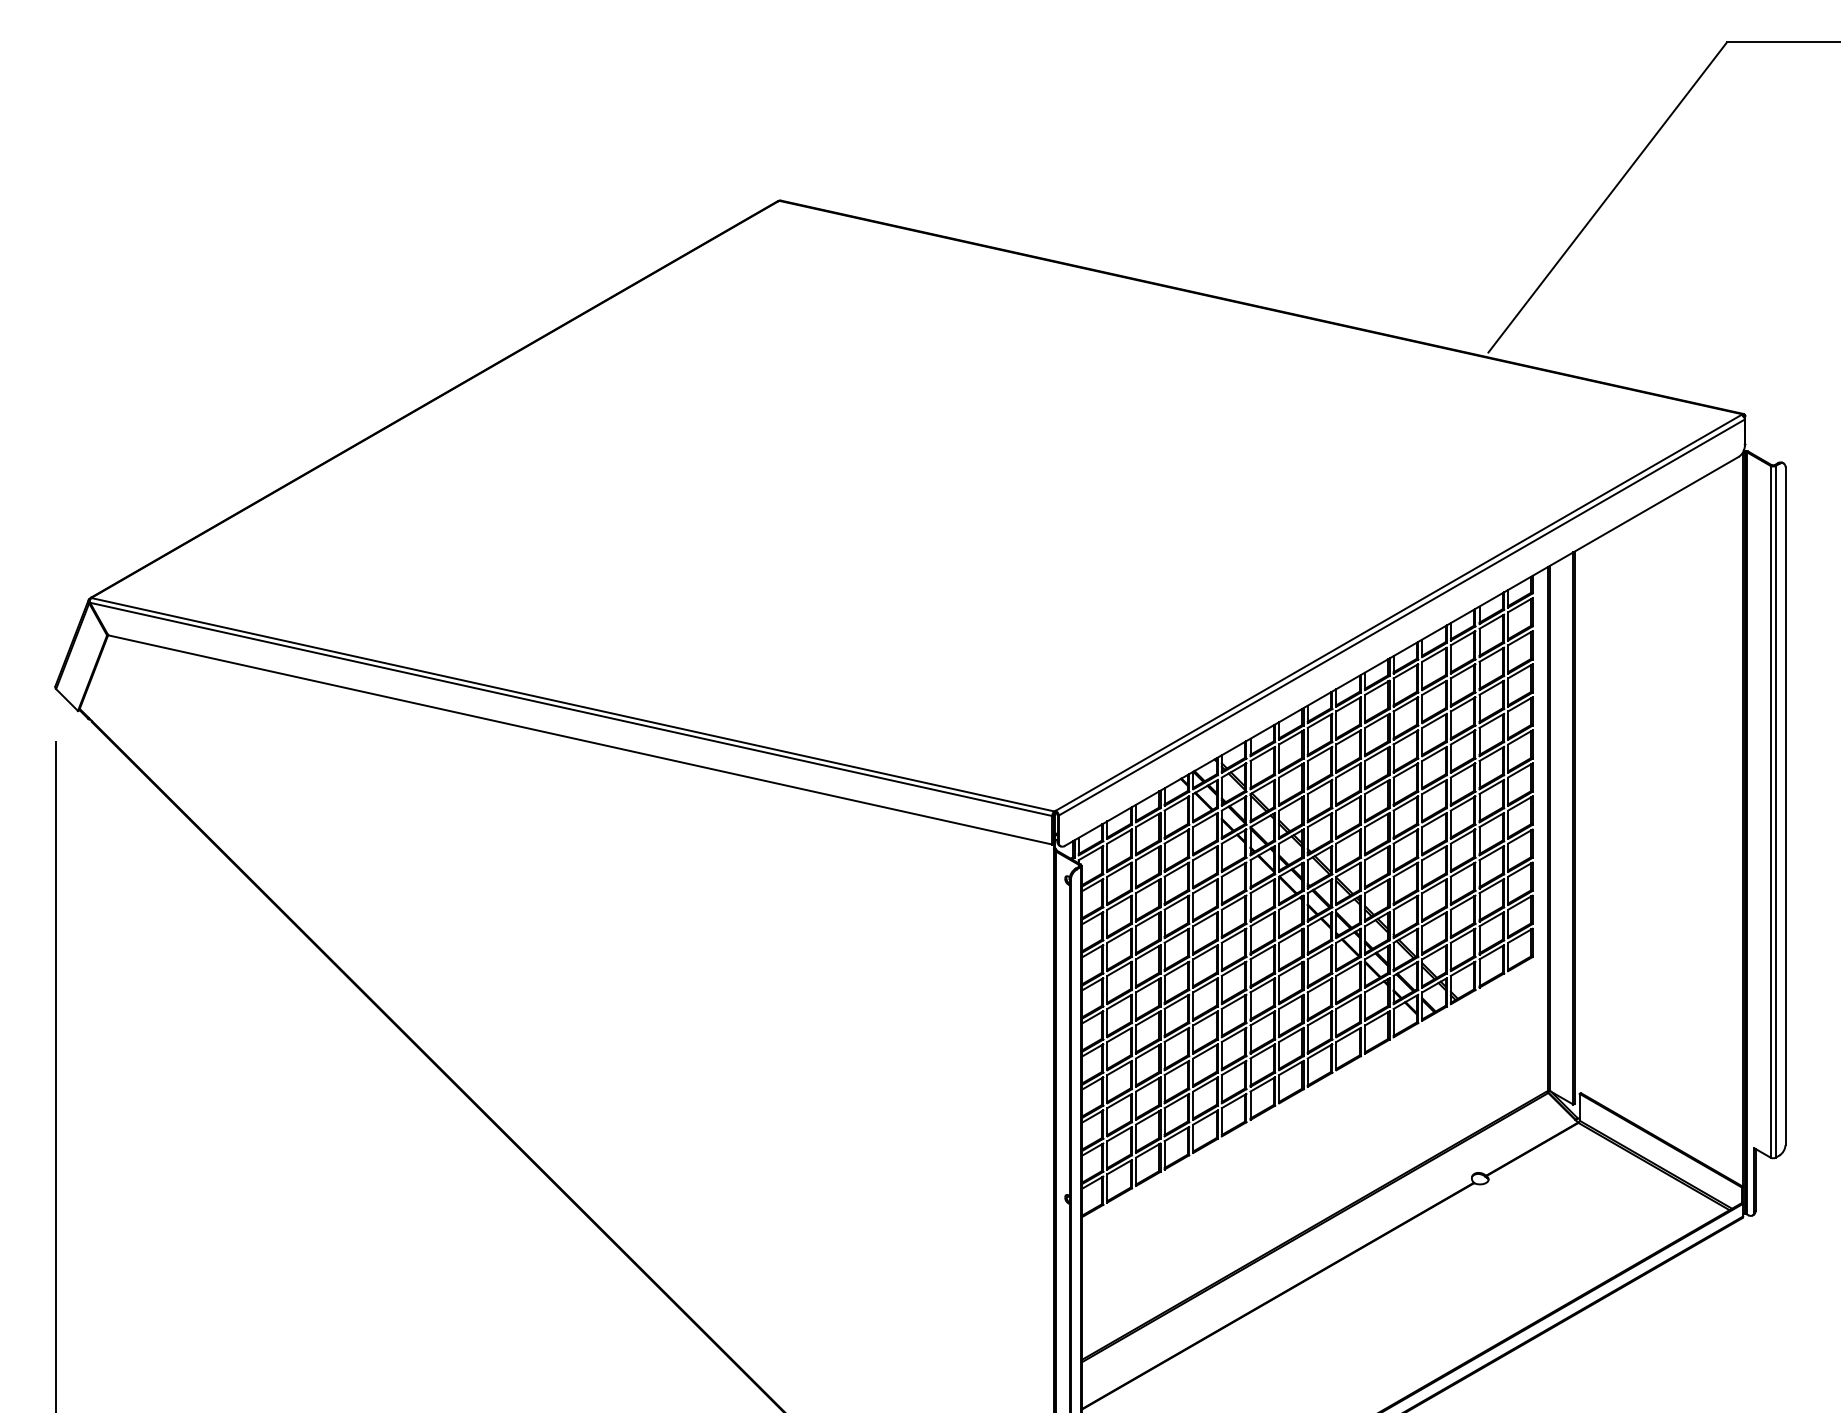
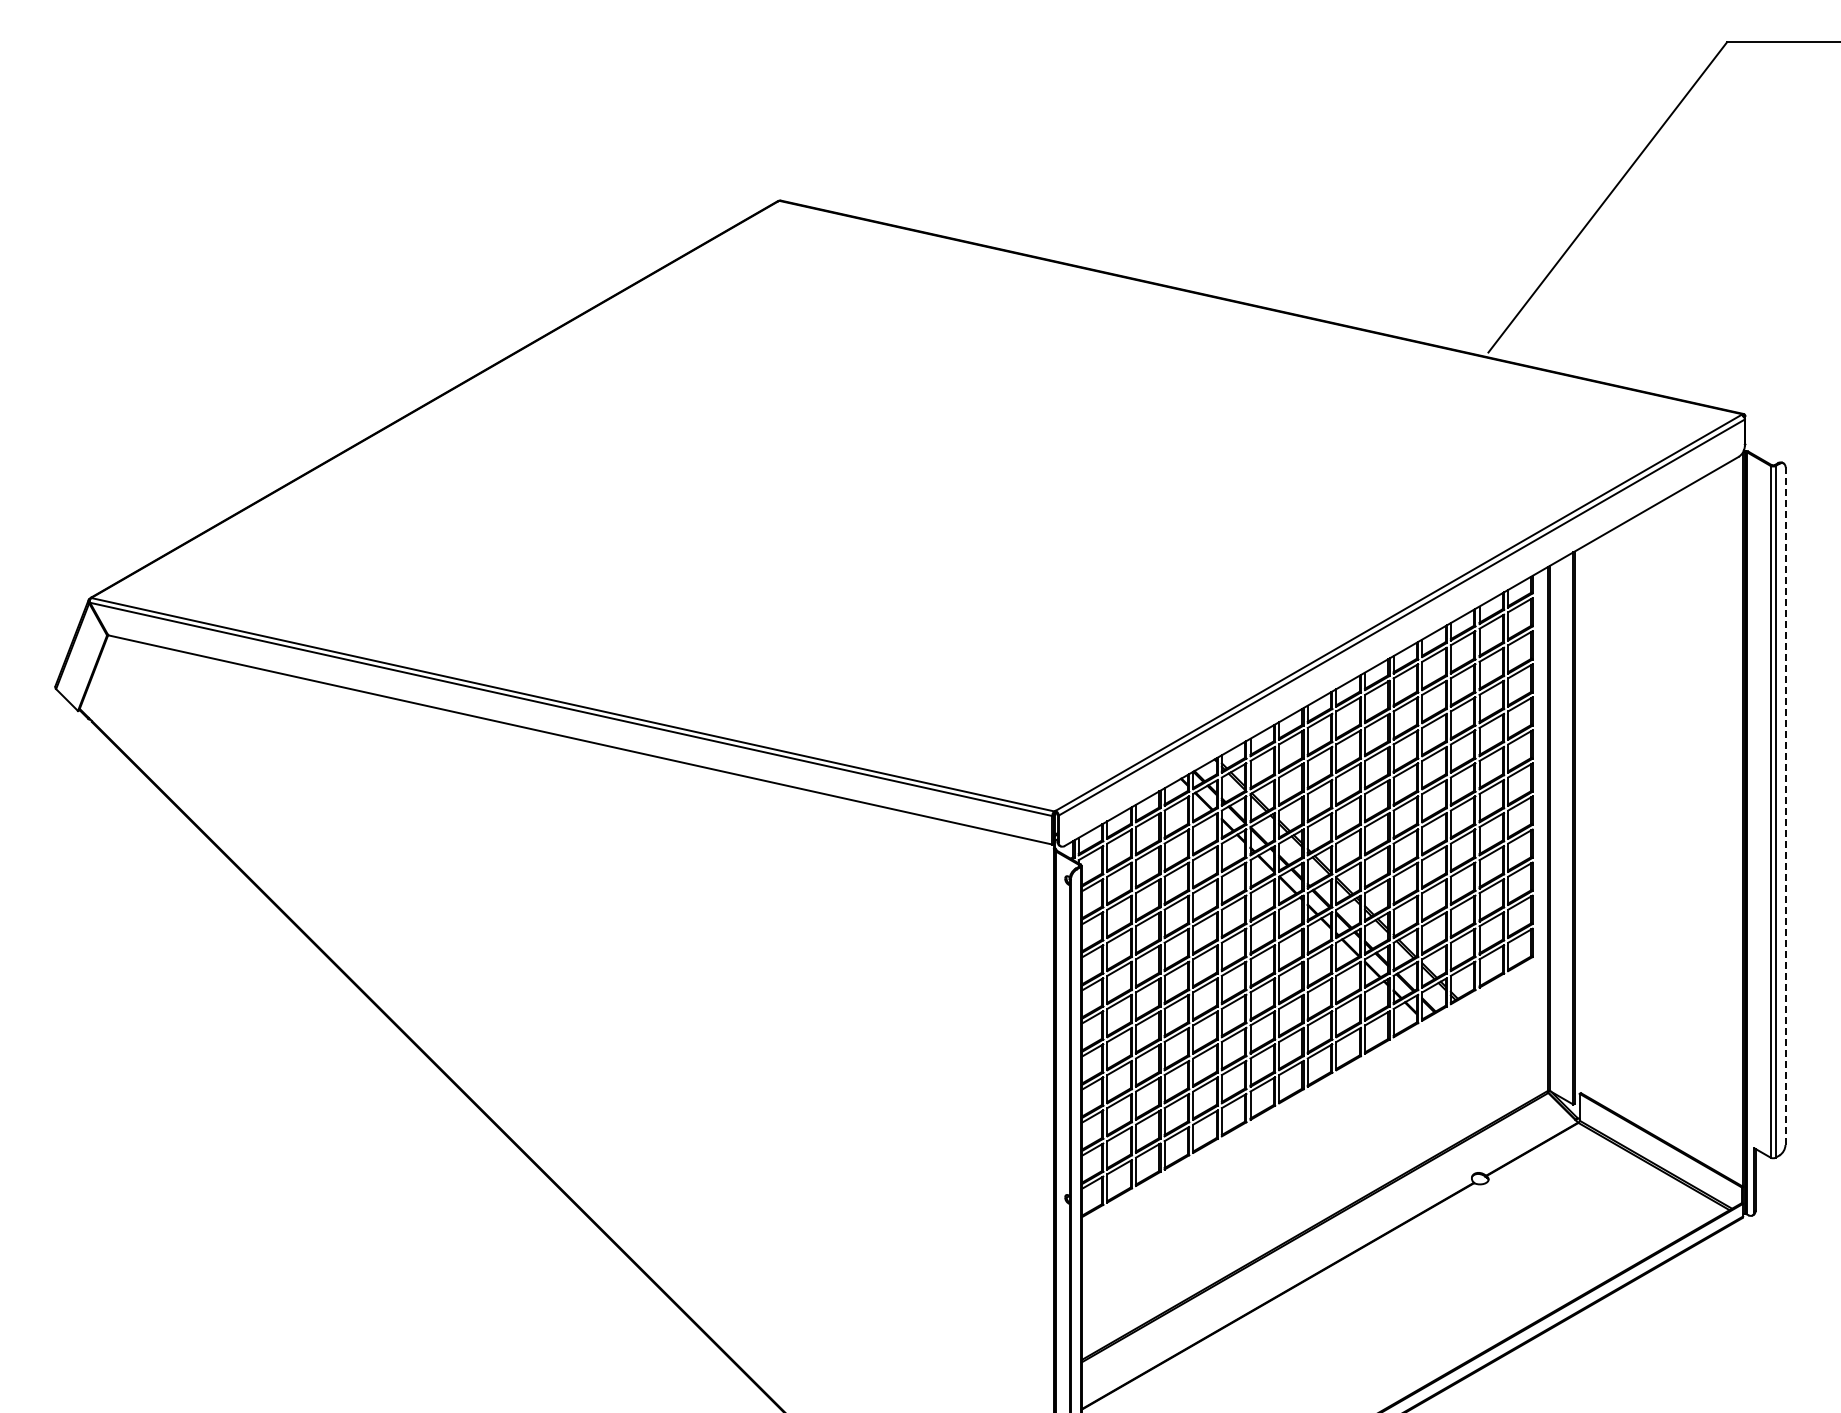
line at (1785, 806): solid -> dashed
line at (56, 1075): present -> none
